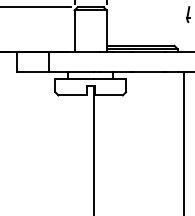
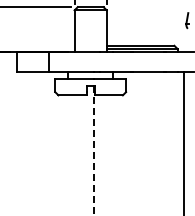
part at (188, 14) position: (188, 14) -> (187, 20)
line at (93, 150): solid -> dashed
